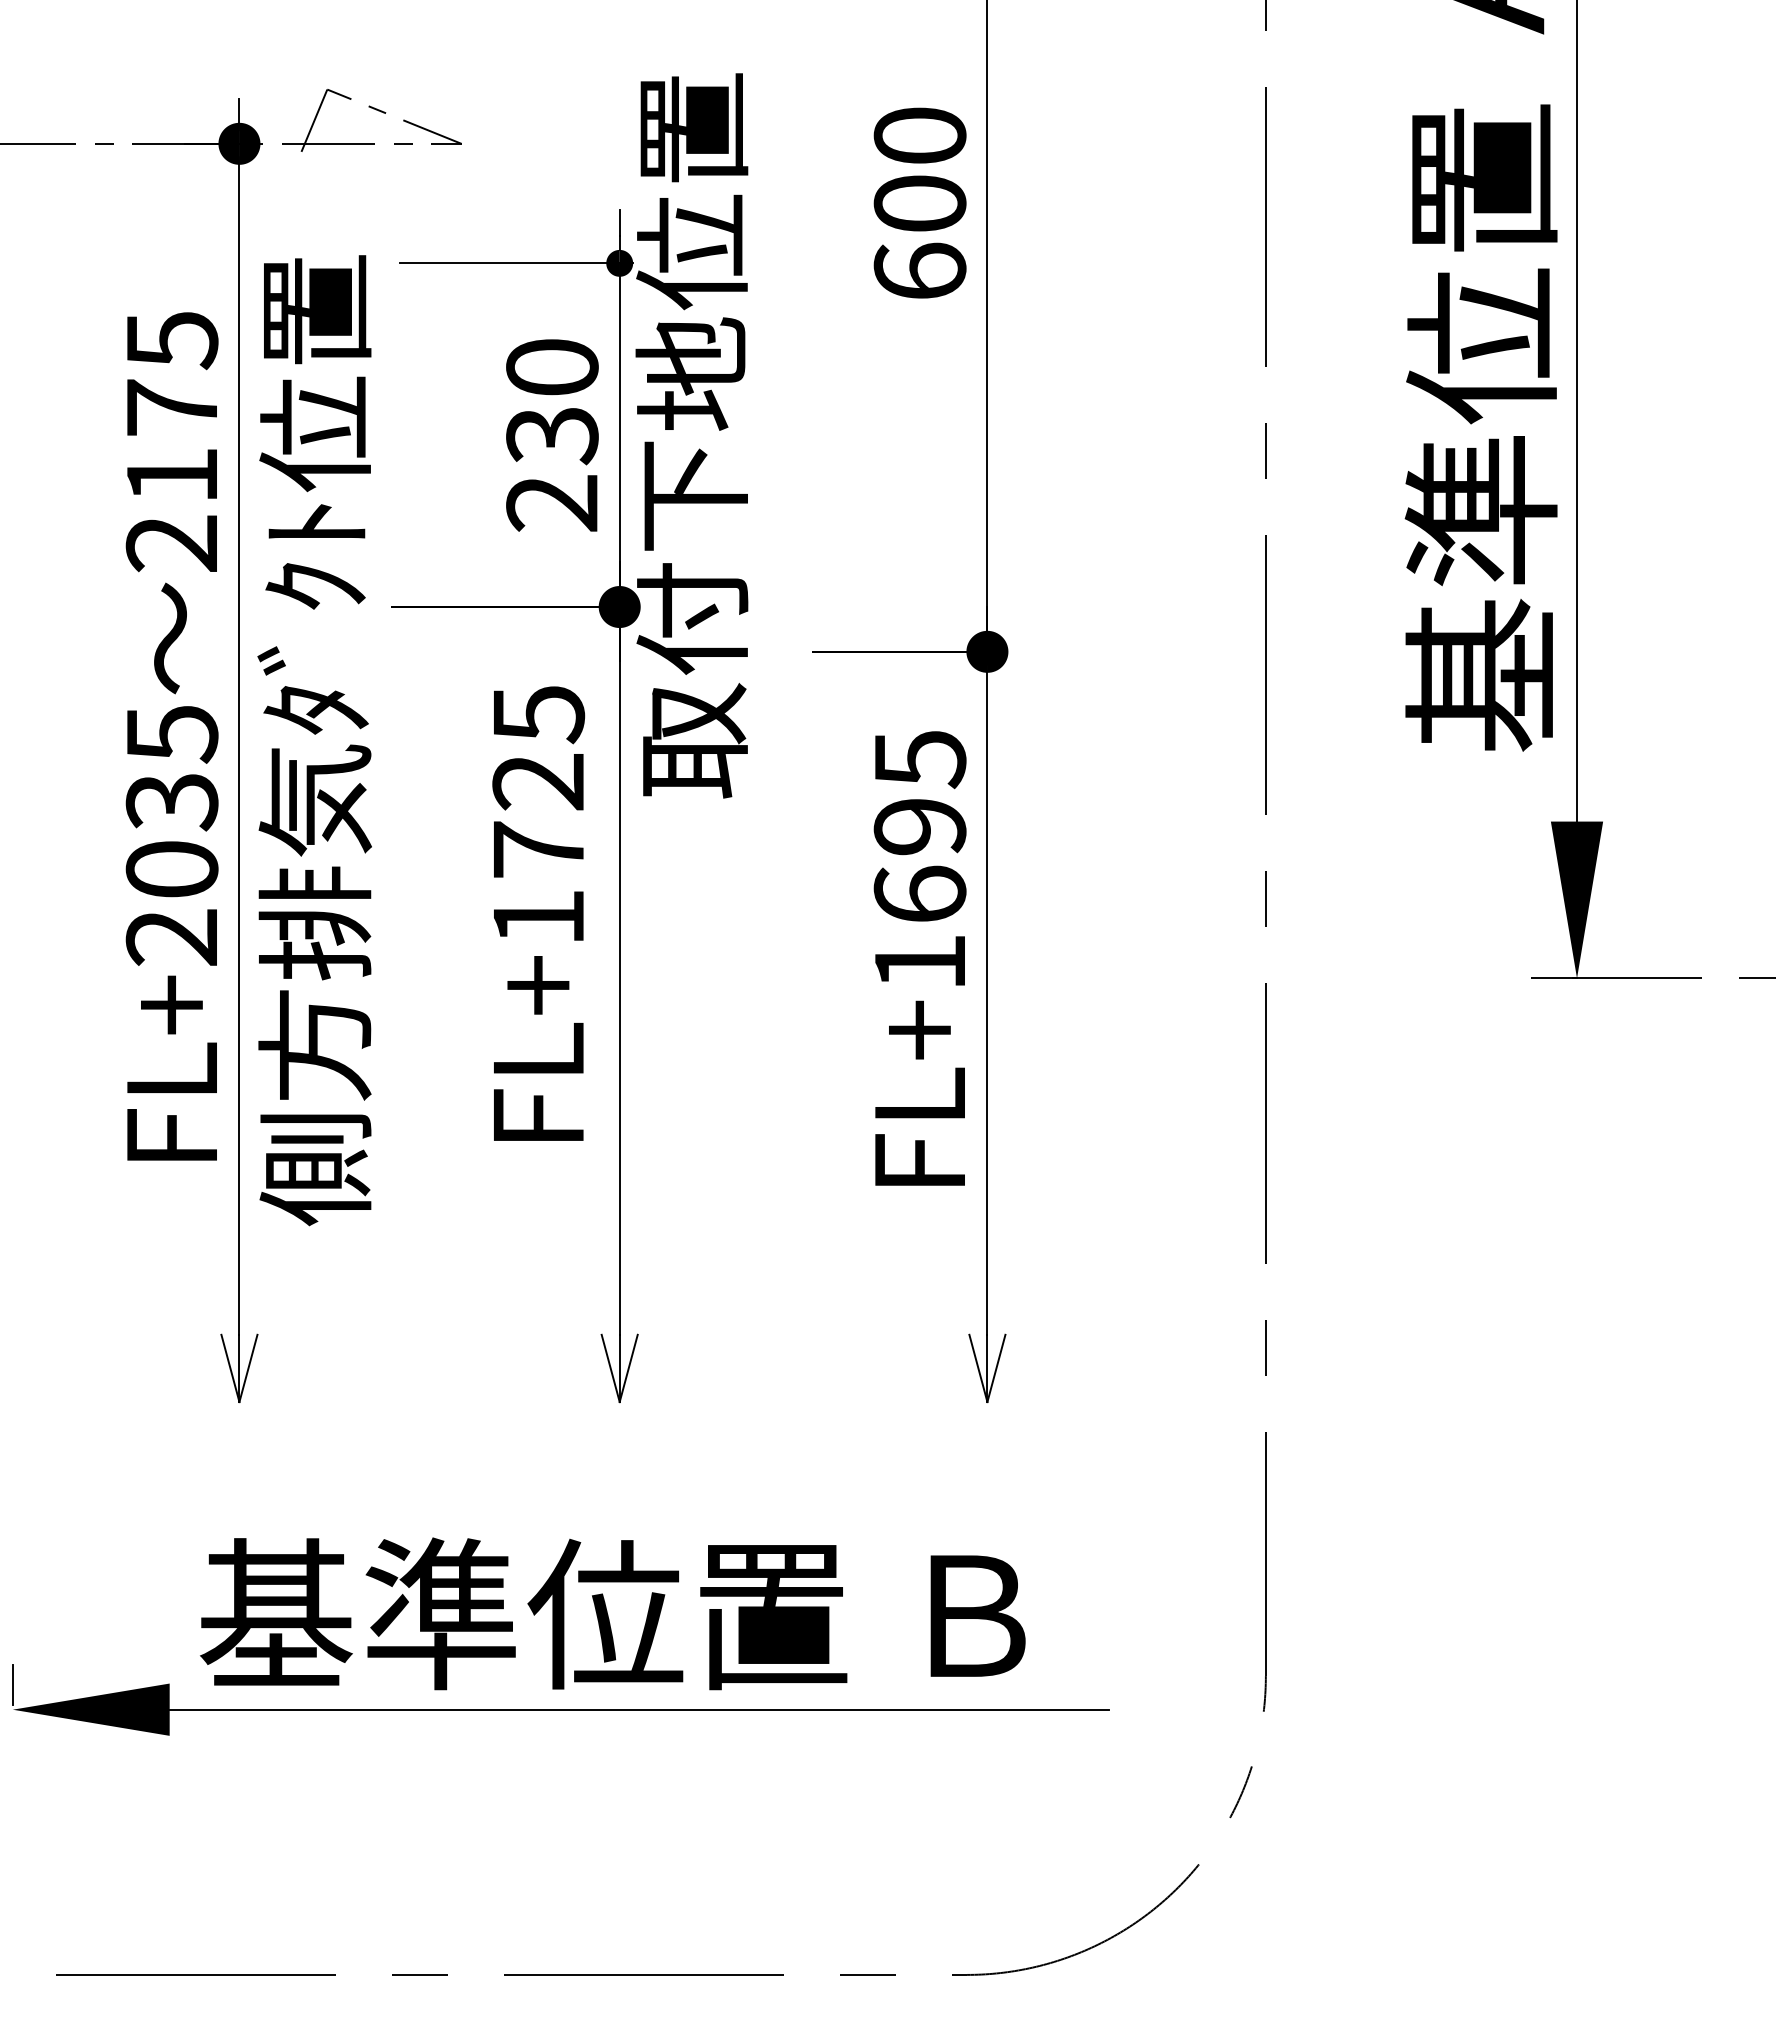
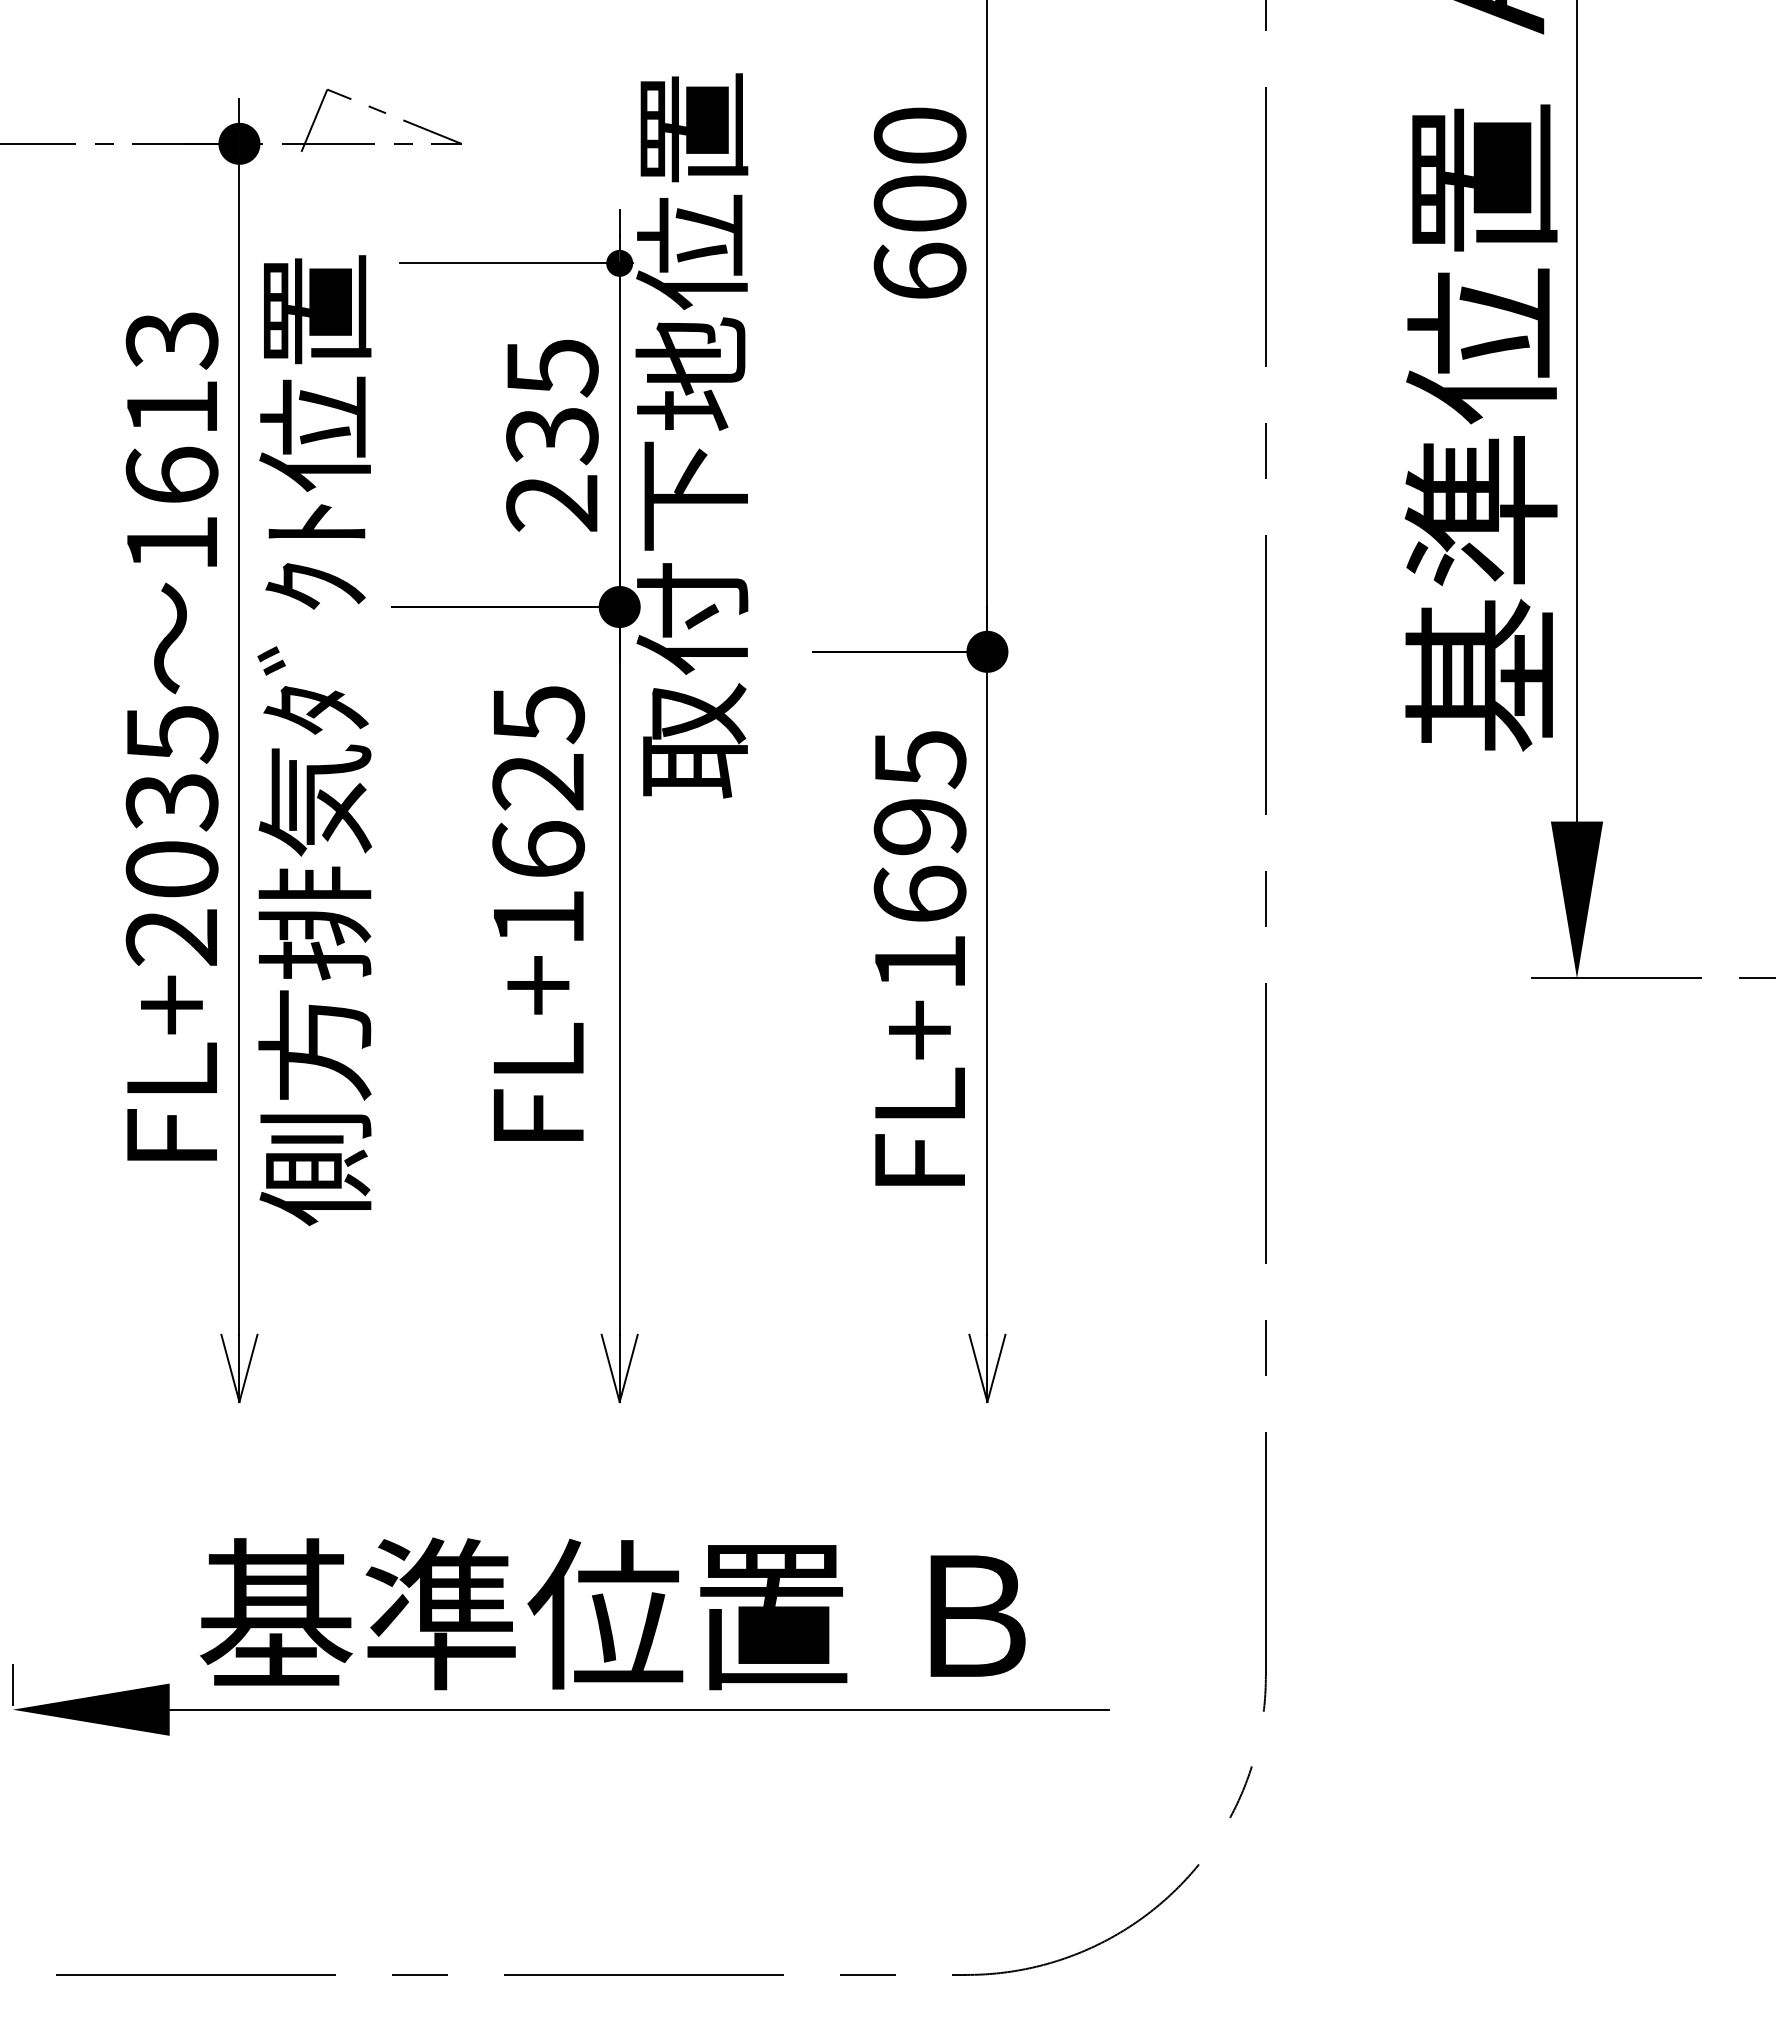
text at (552, 368): 230 -> 235
text at (171, 442): 2175 -> 1613
text at (538, 849): FL+1725 -> FL+1625
